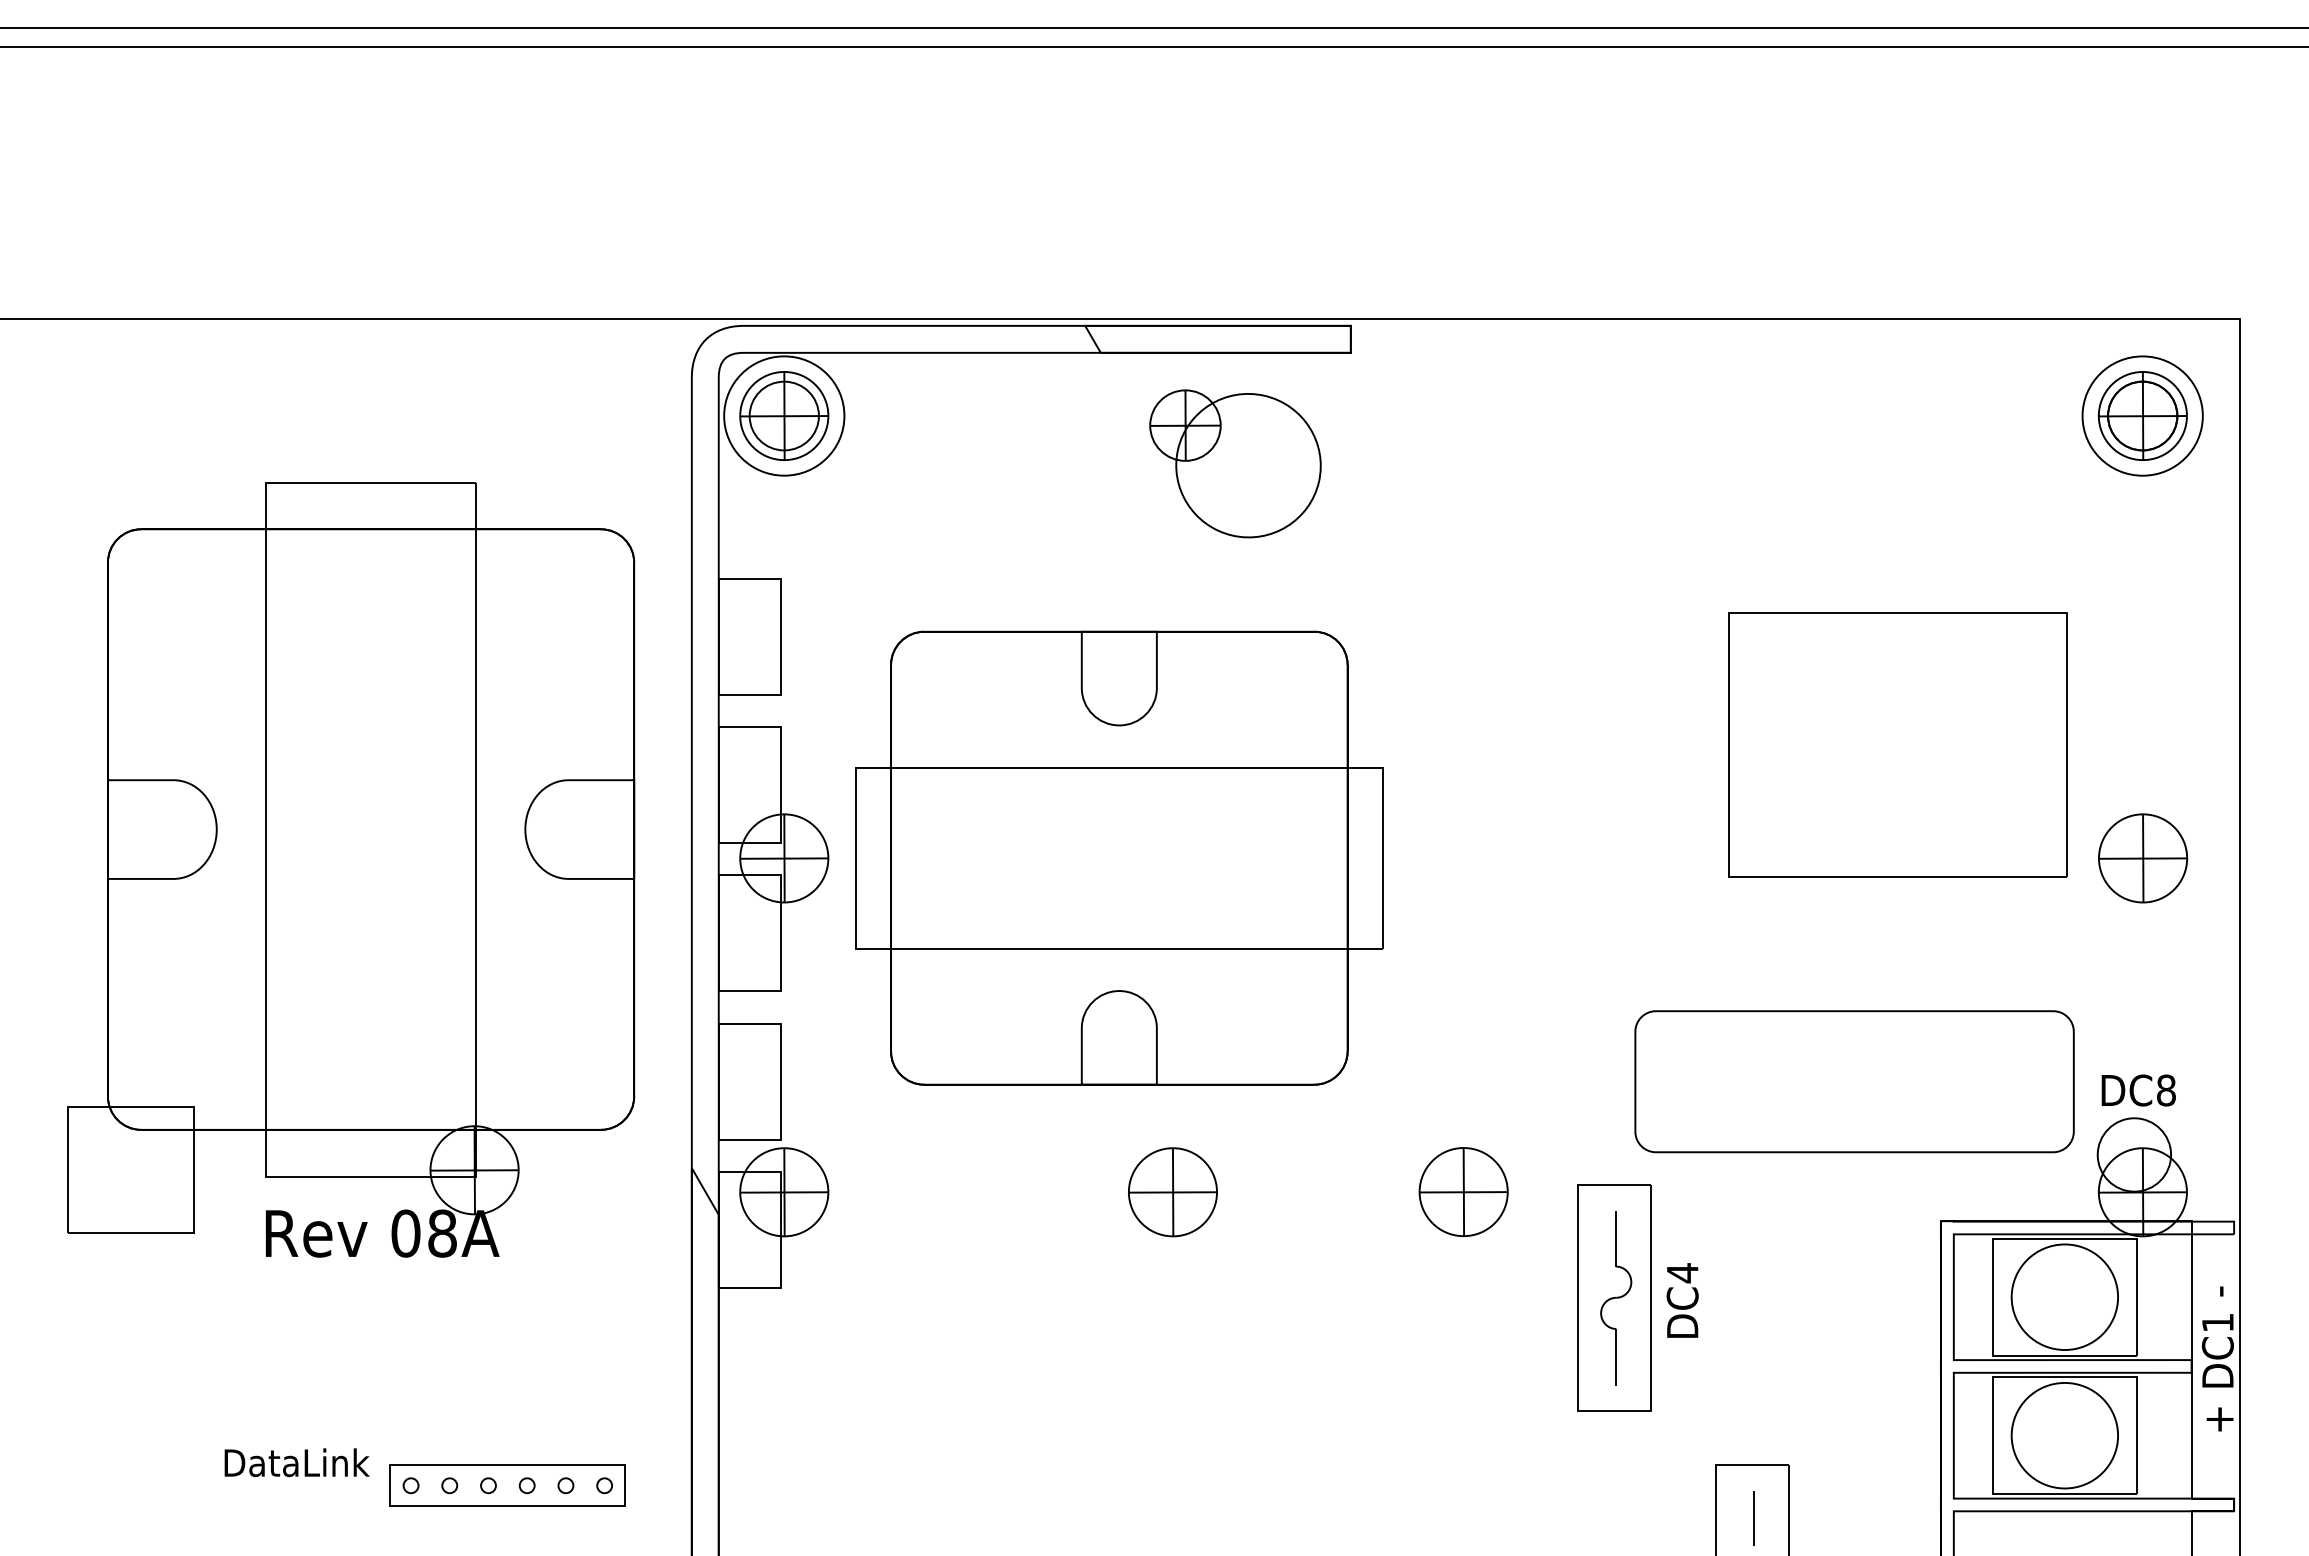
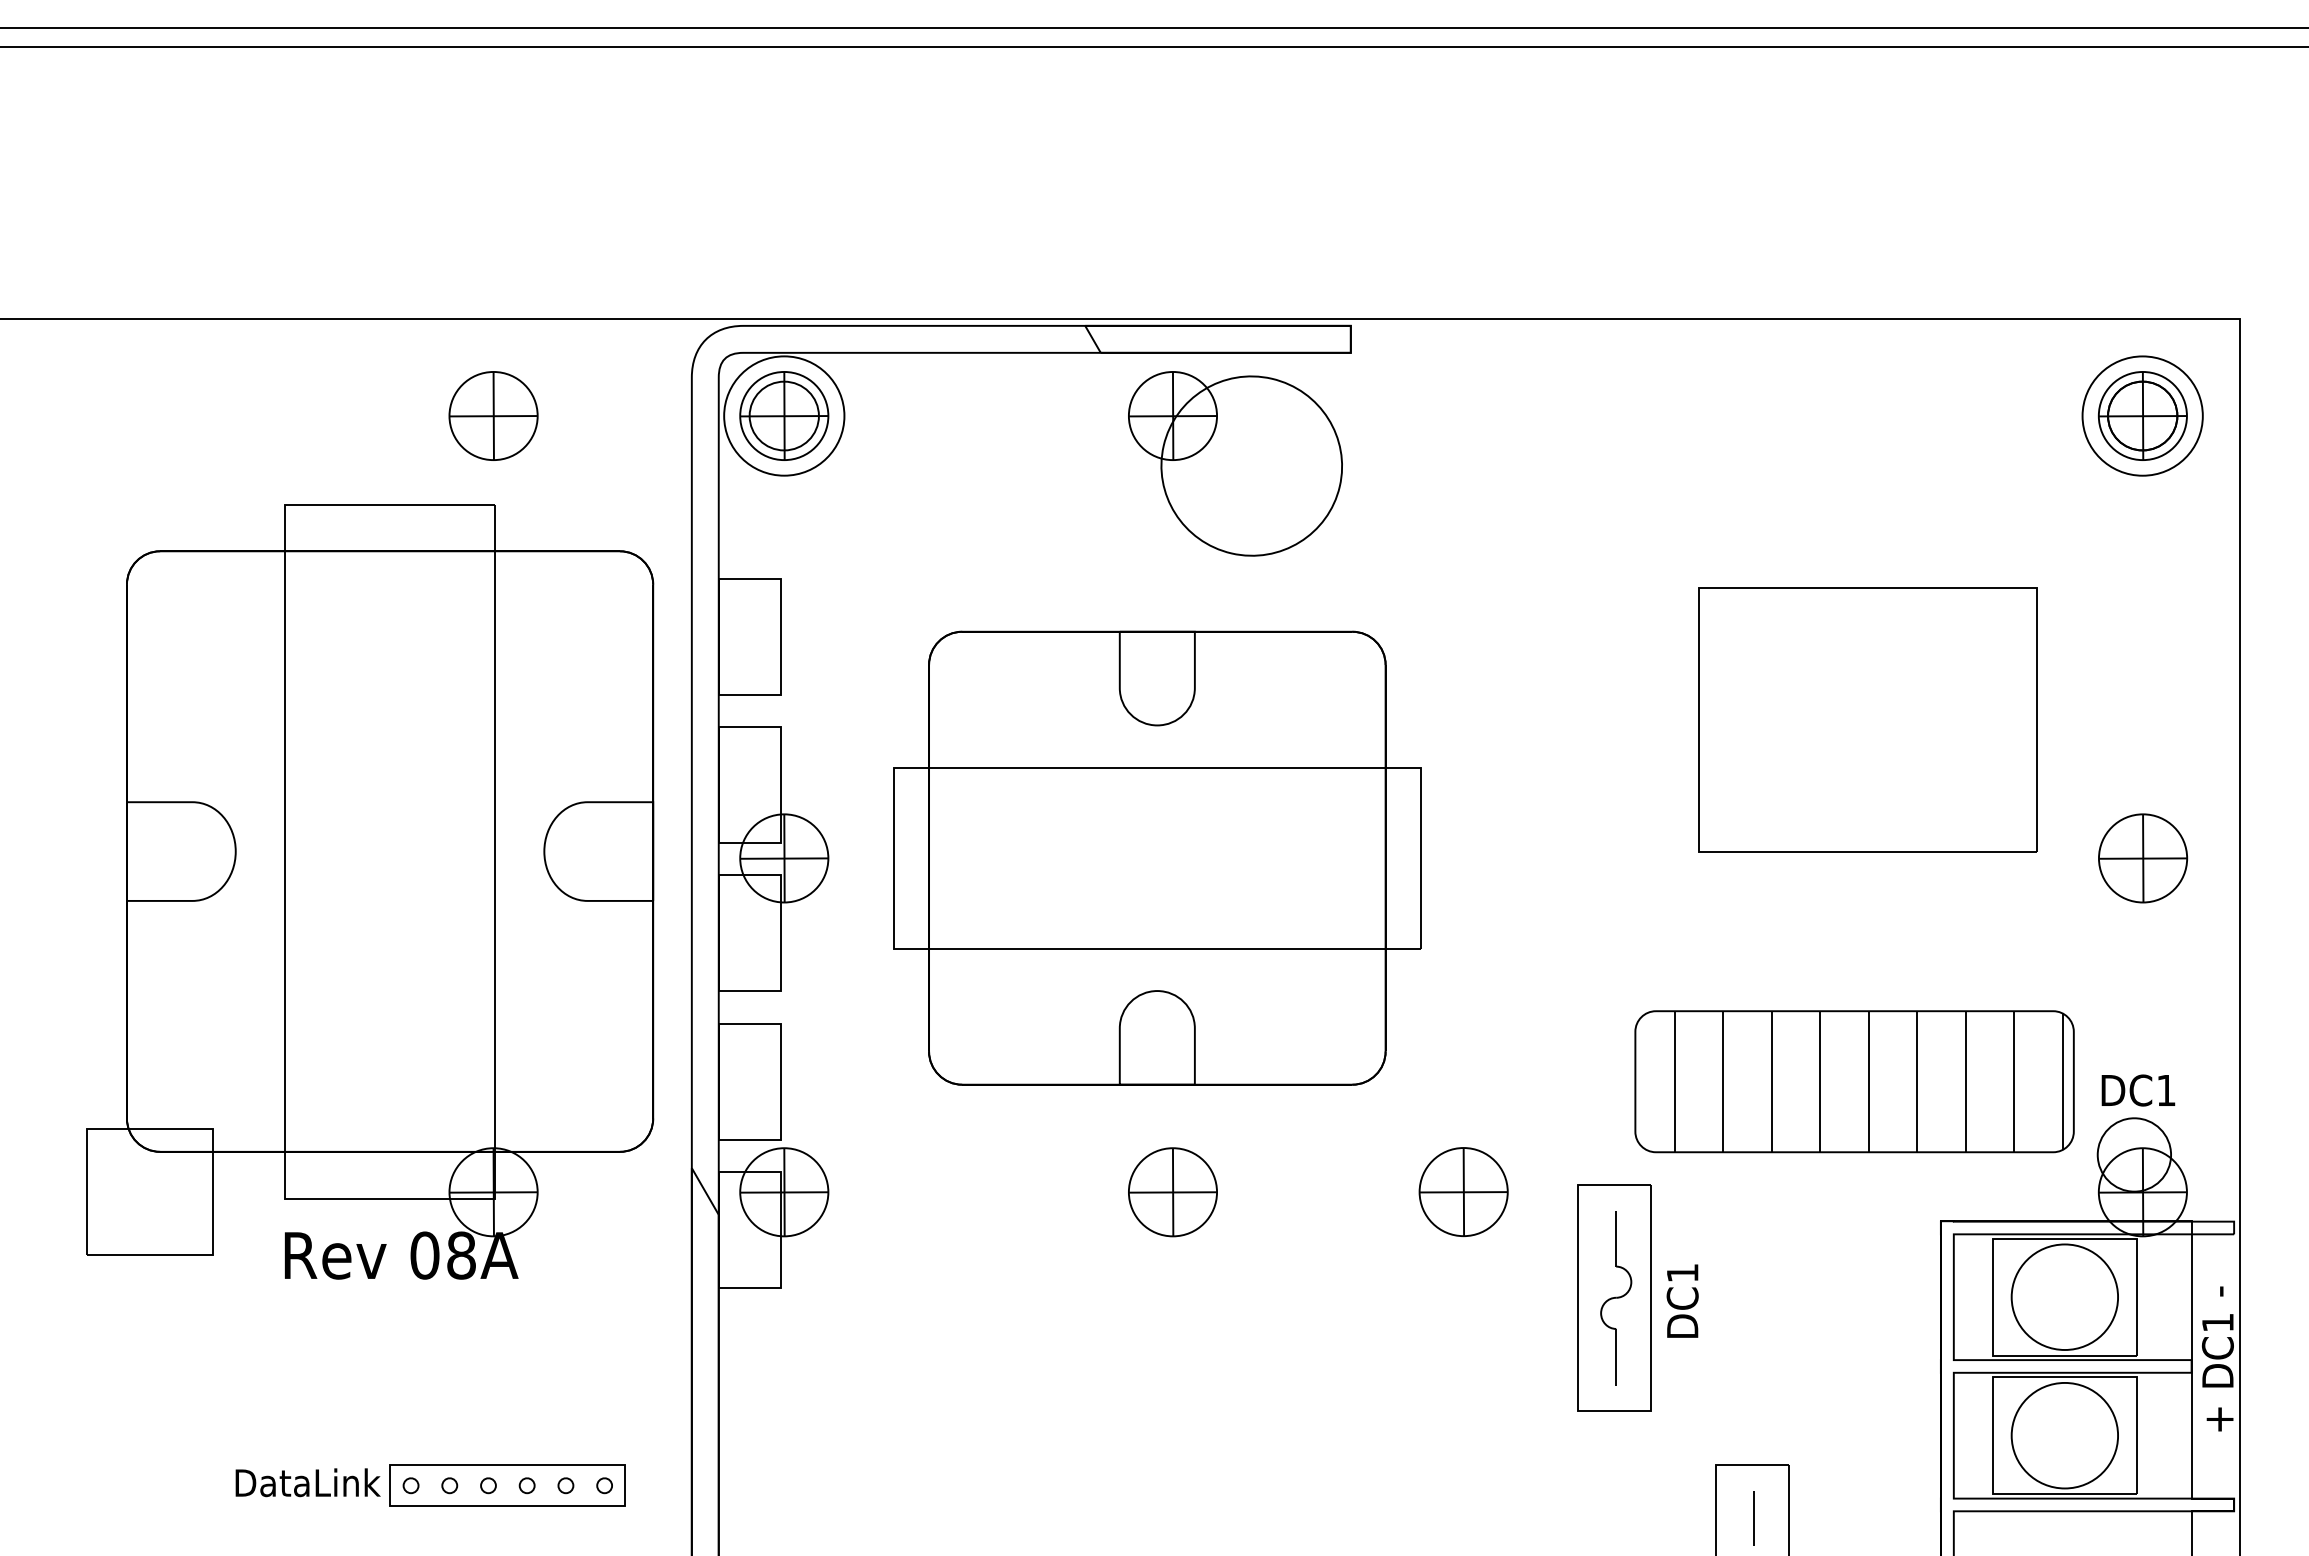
part at (493, 415): none -> present
part at (1235, 463) size: 173x150 px -> 215x186 px
part at (1897, 744) position: (1897, 744) -> (1867, 719)
part at (1119, 857) position: (1119, 857) -> (1157, 857)
part at (351, 869) position: (351, 869) -> (370, 891)
hatch at (1868, 1081): none -> present
text at (2166, 1090): DC8 -> DC1
text at (1682, 1273): DC4 -> DC1
text at (296, 1462) position: (296, 1462) -> (307, 1482)
